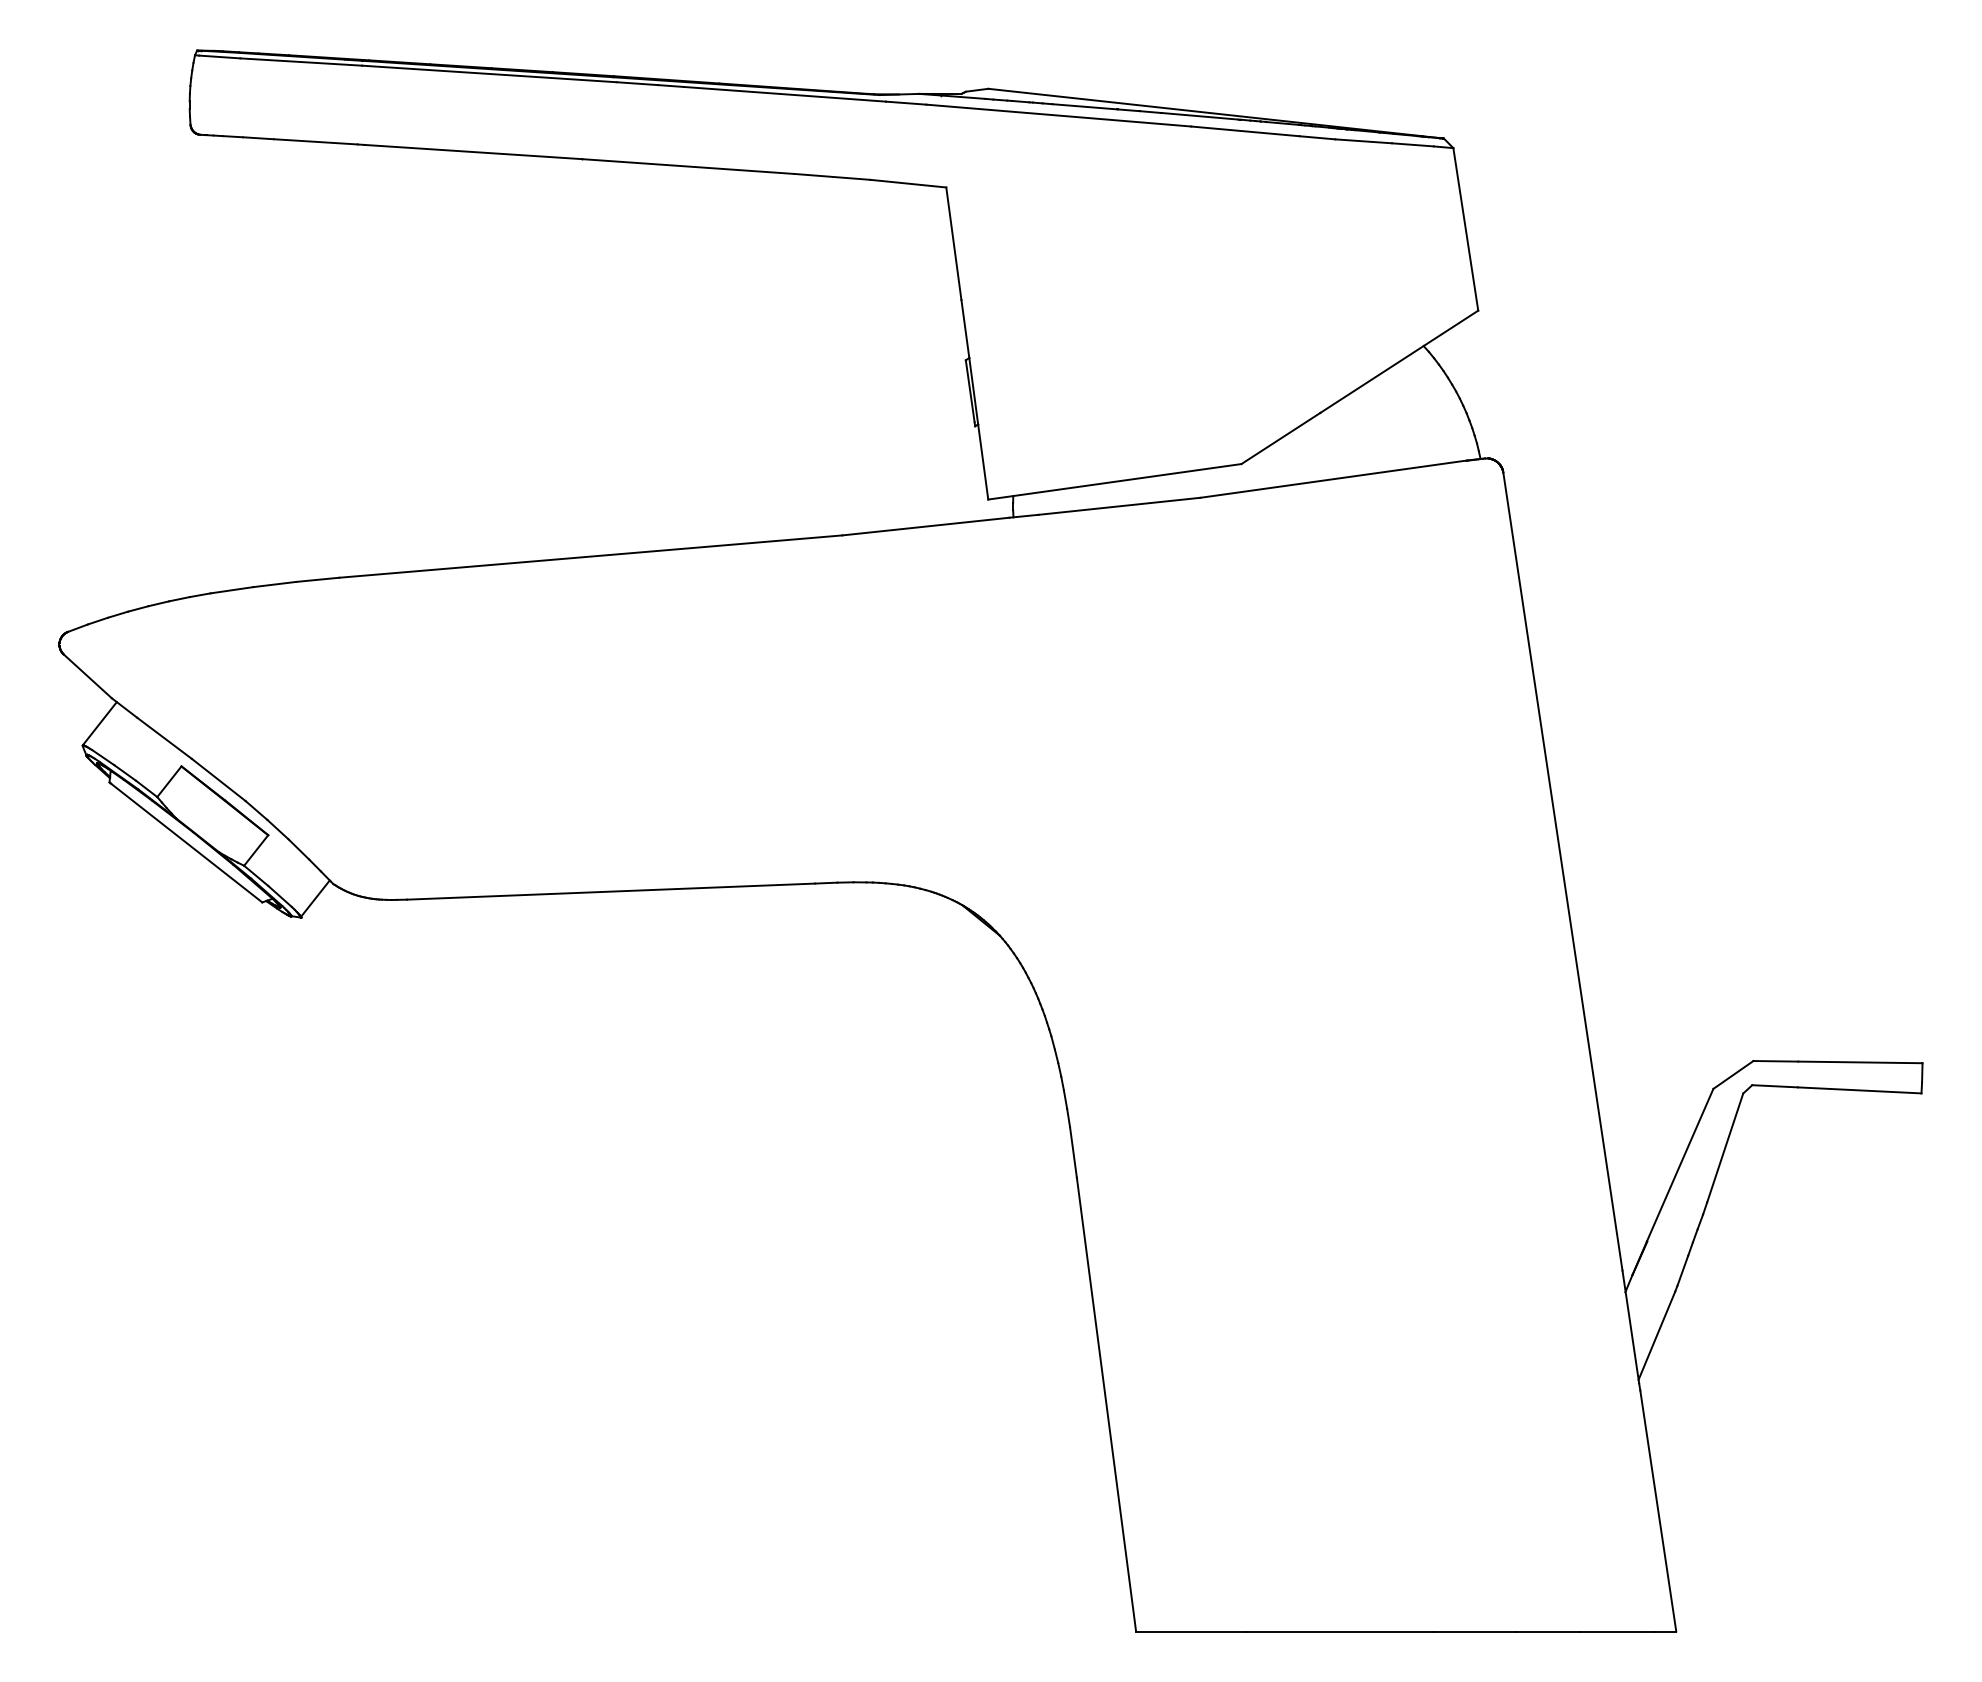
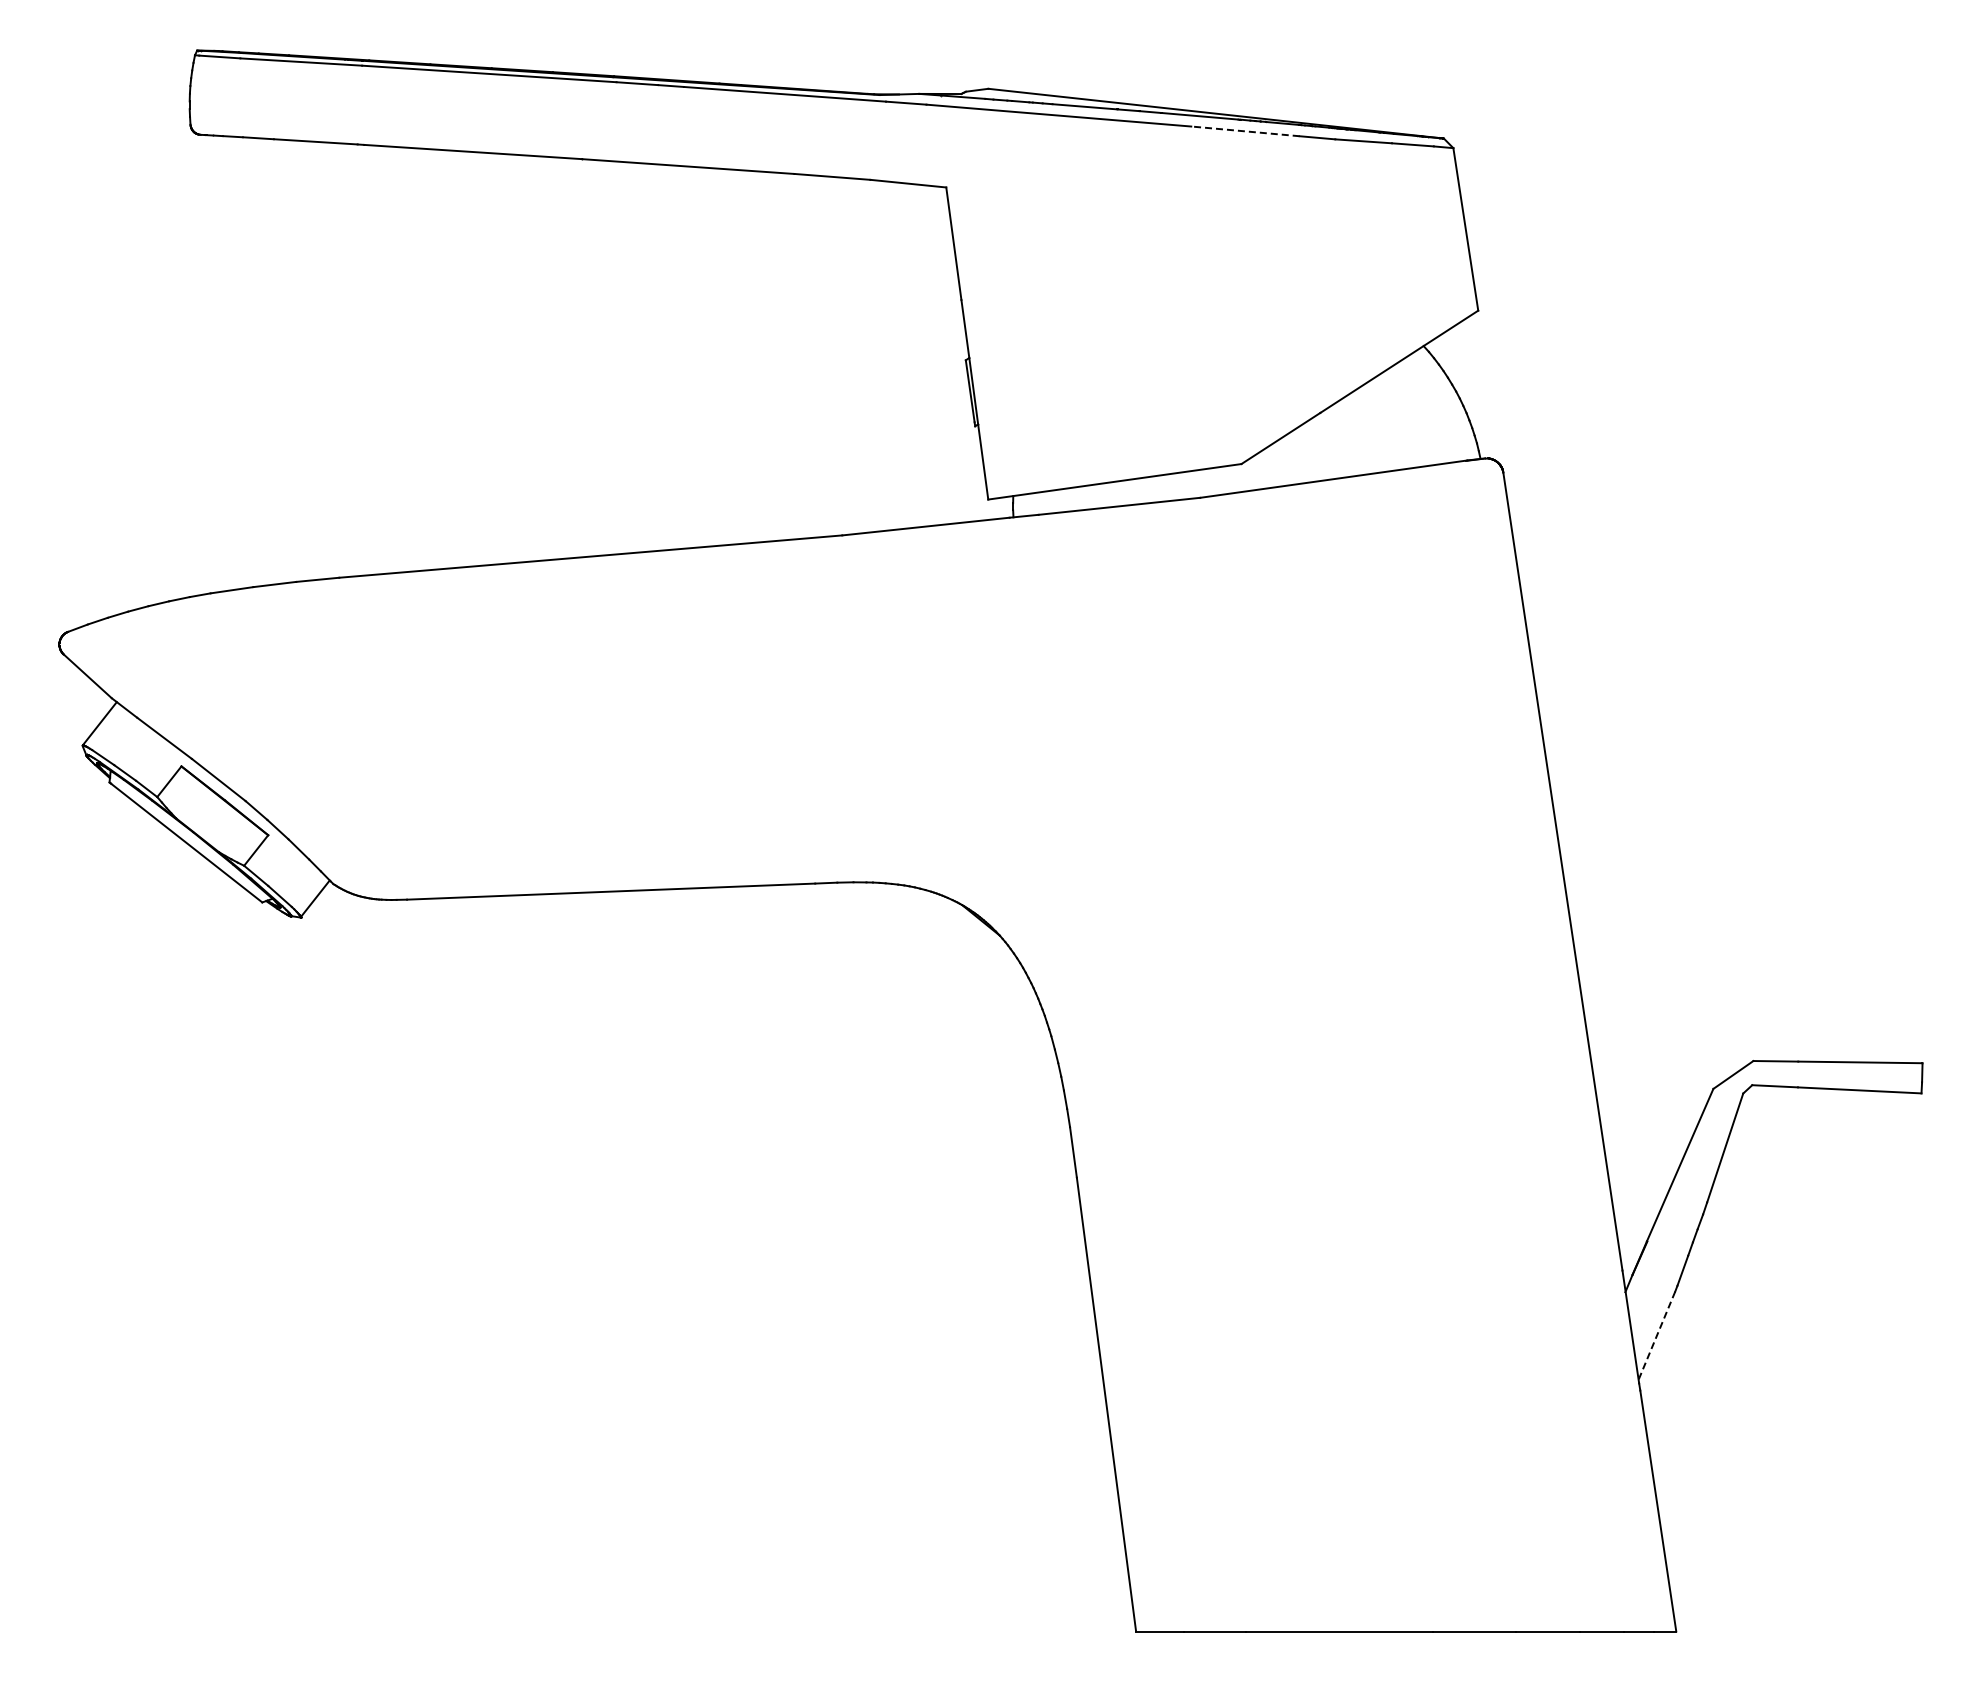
line at (1244, 131): solid -> dashed
line at (1656, 1335): solid -> dashed
